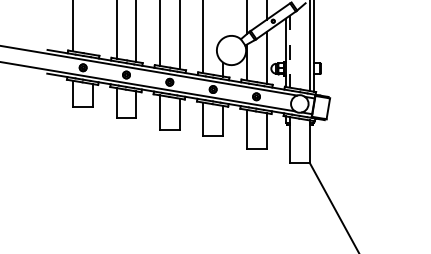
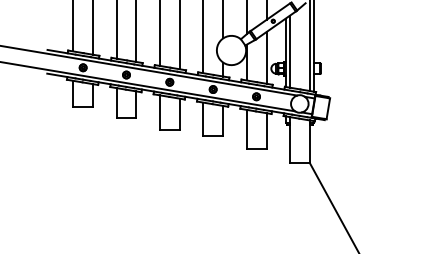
line at (223, 20): none -> present
line at (93, 28): none -> present
line at (290, 52): dashed -> solid
